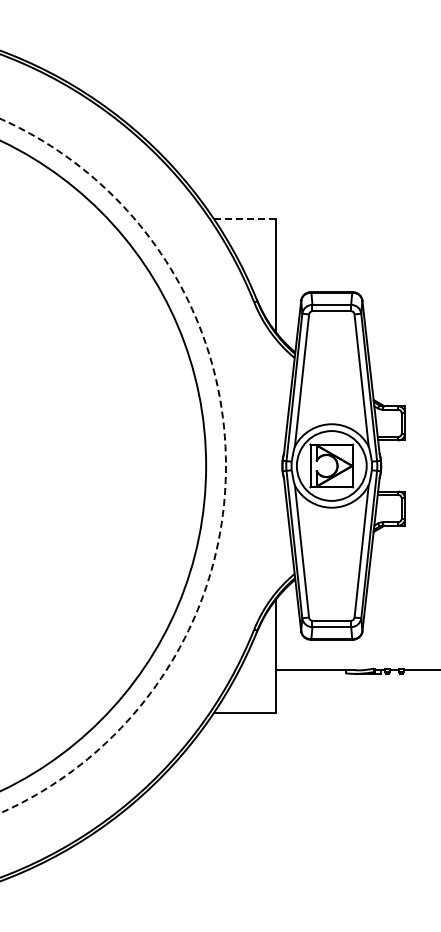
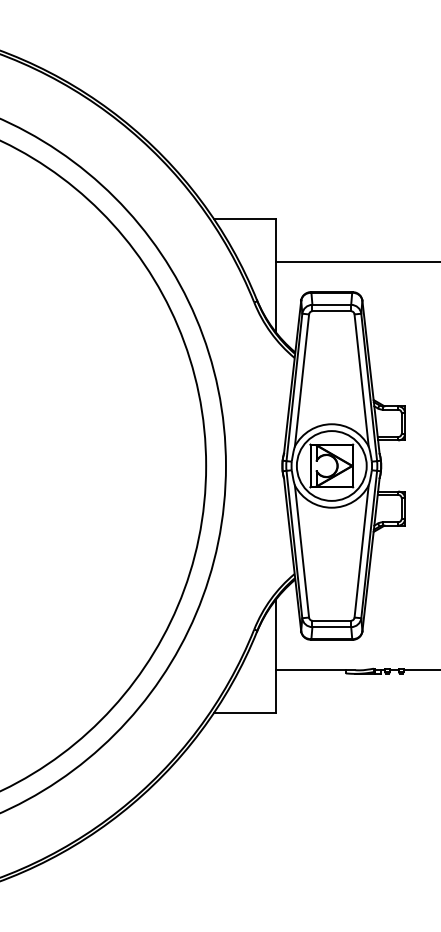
line at (244, 218): dashed -> solid
line at (356, 261): none -> present
circle at (112, 465): dashed -> solid
